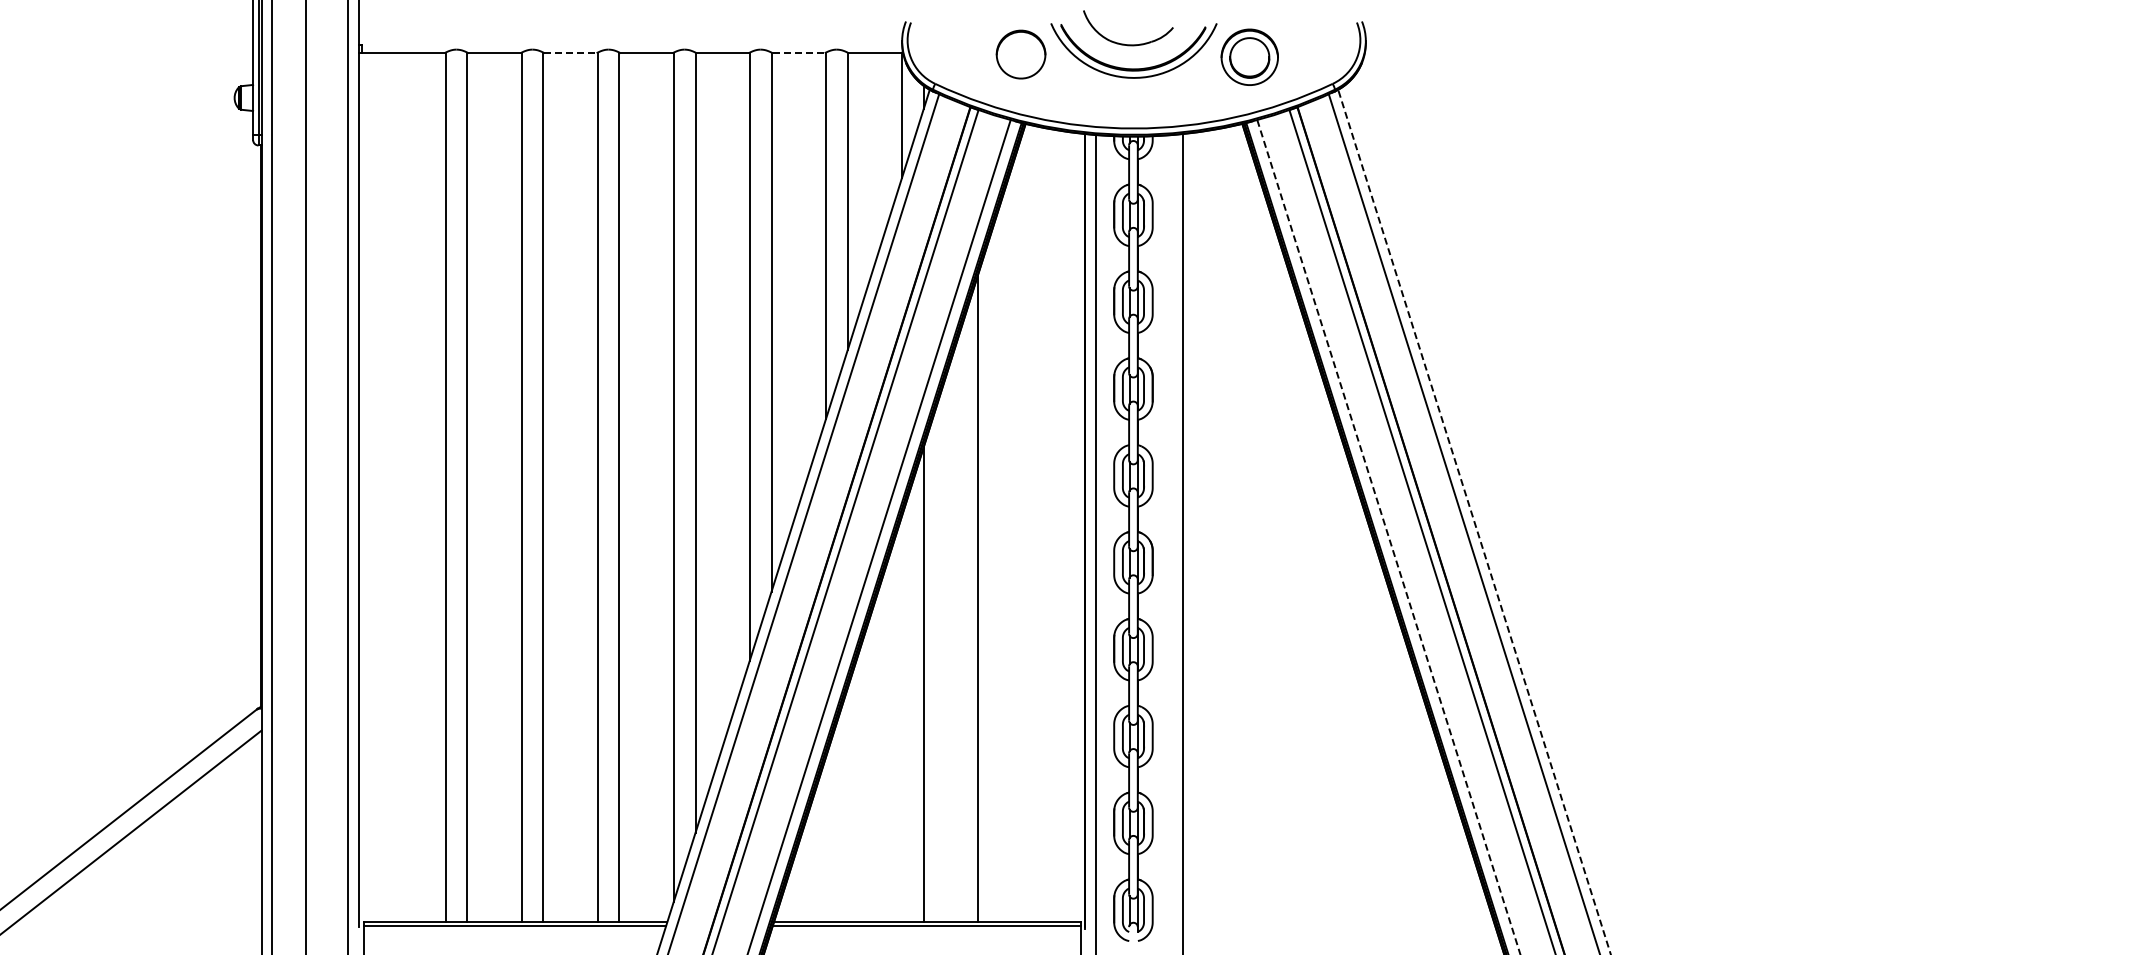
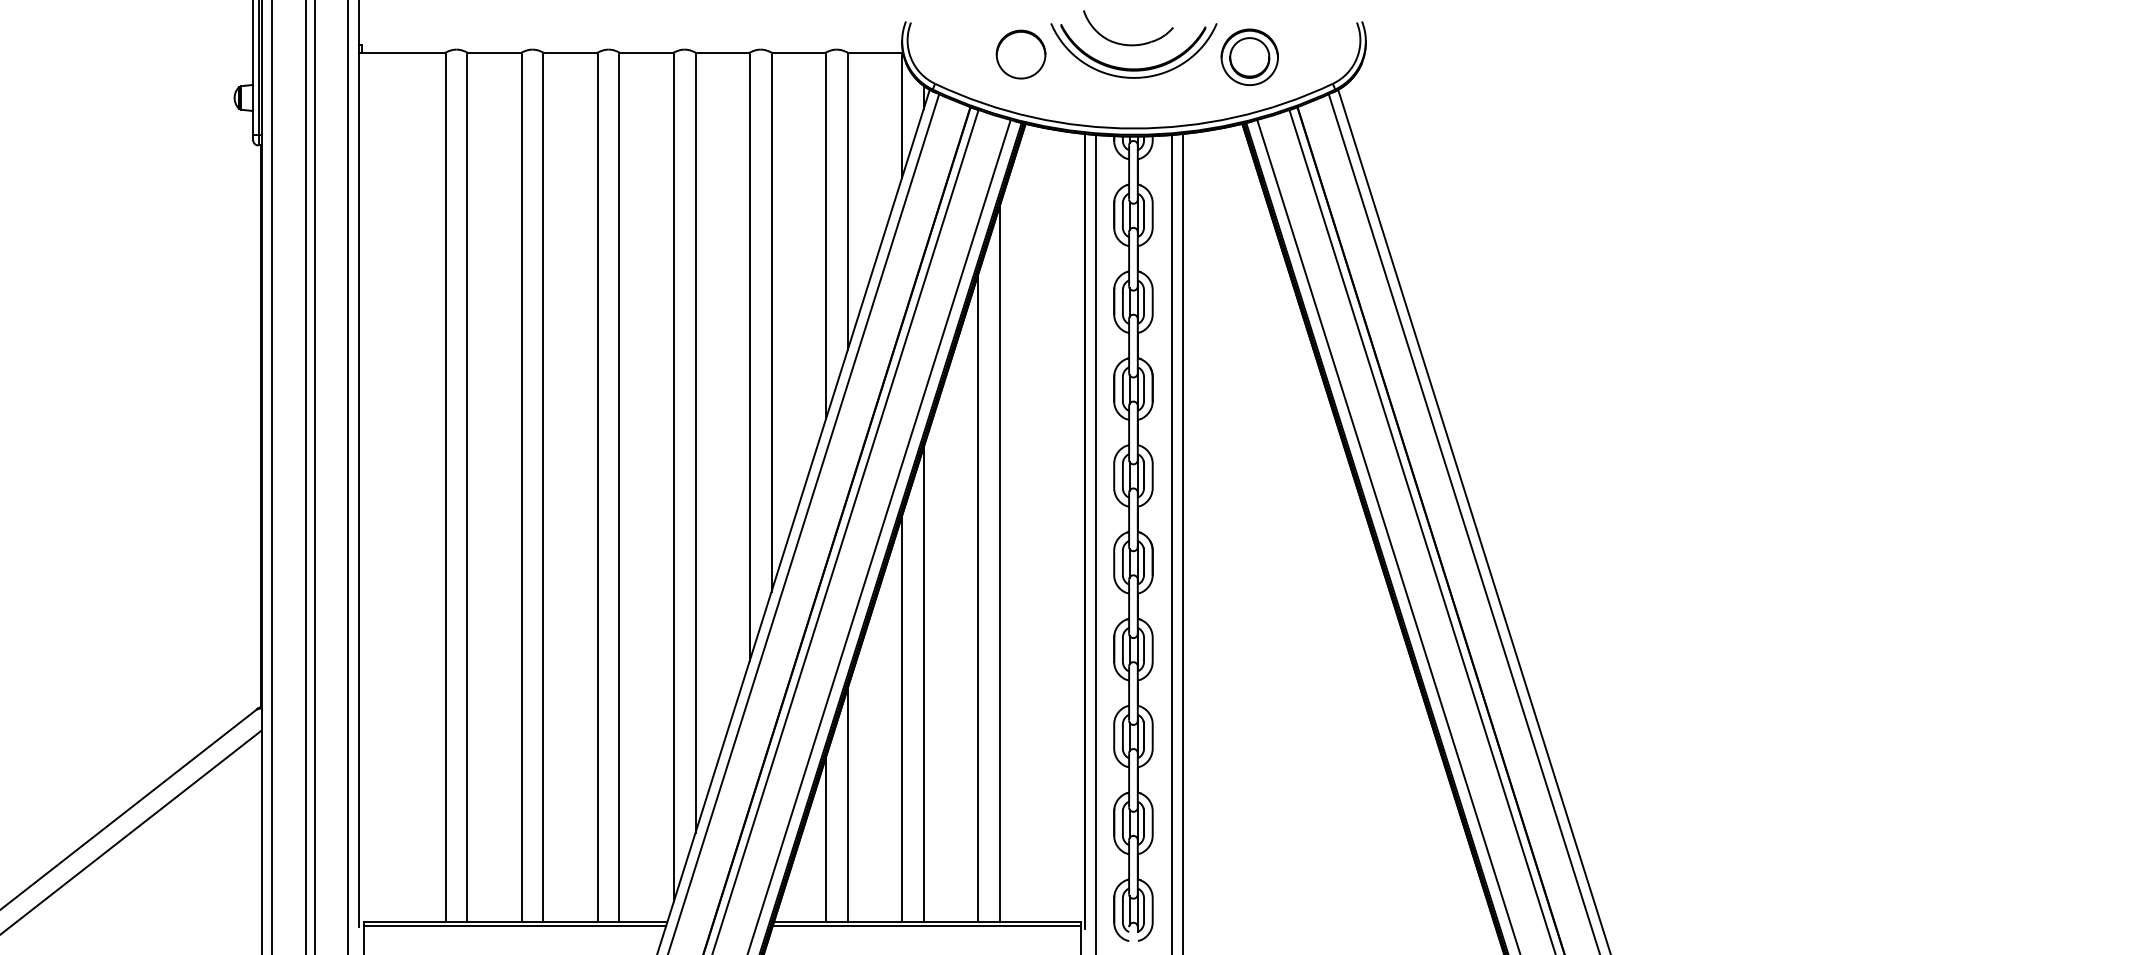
line at (571, 53): dashed -> solid
line at (799, 53): dashed -> solid
line at (314, 476): none -> present
line at (1474, 521): dashed -> solid
line at (1388, 537): dashed -> solid
line at (1172, 543): none -> present
line at (999, 564): none -> present
line at (901, 719): none -> present
line at (847, 805): none -> present
line at (825, 839): none -> present
